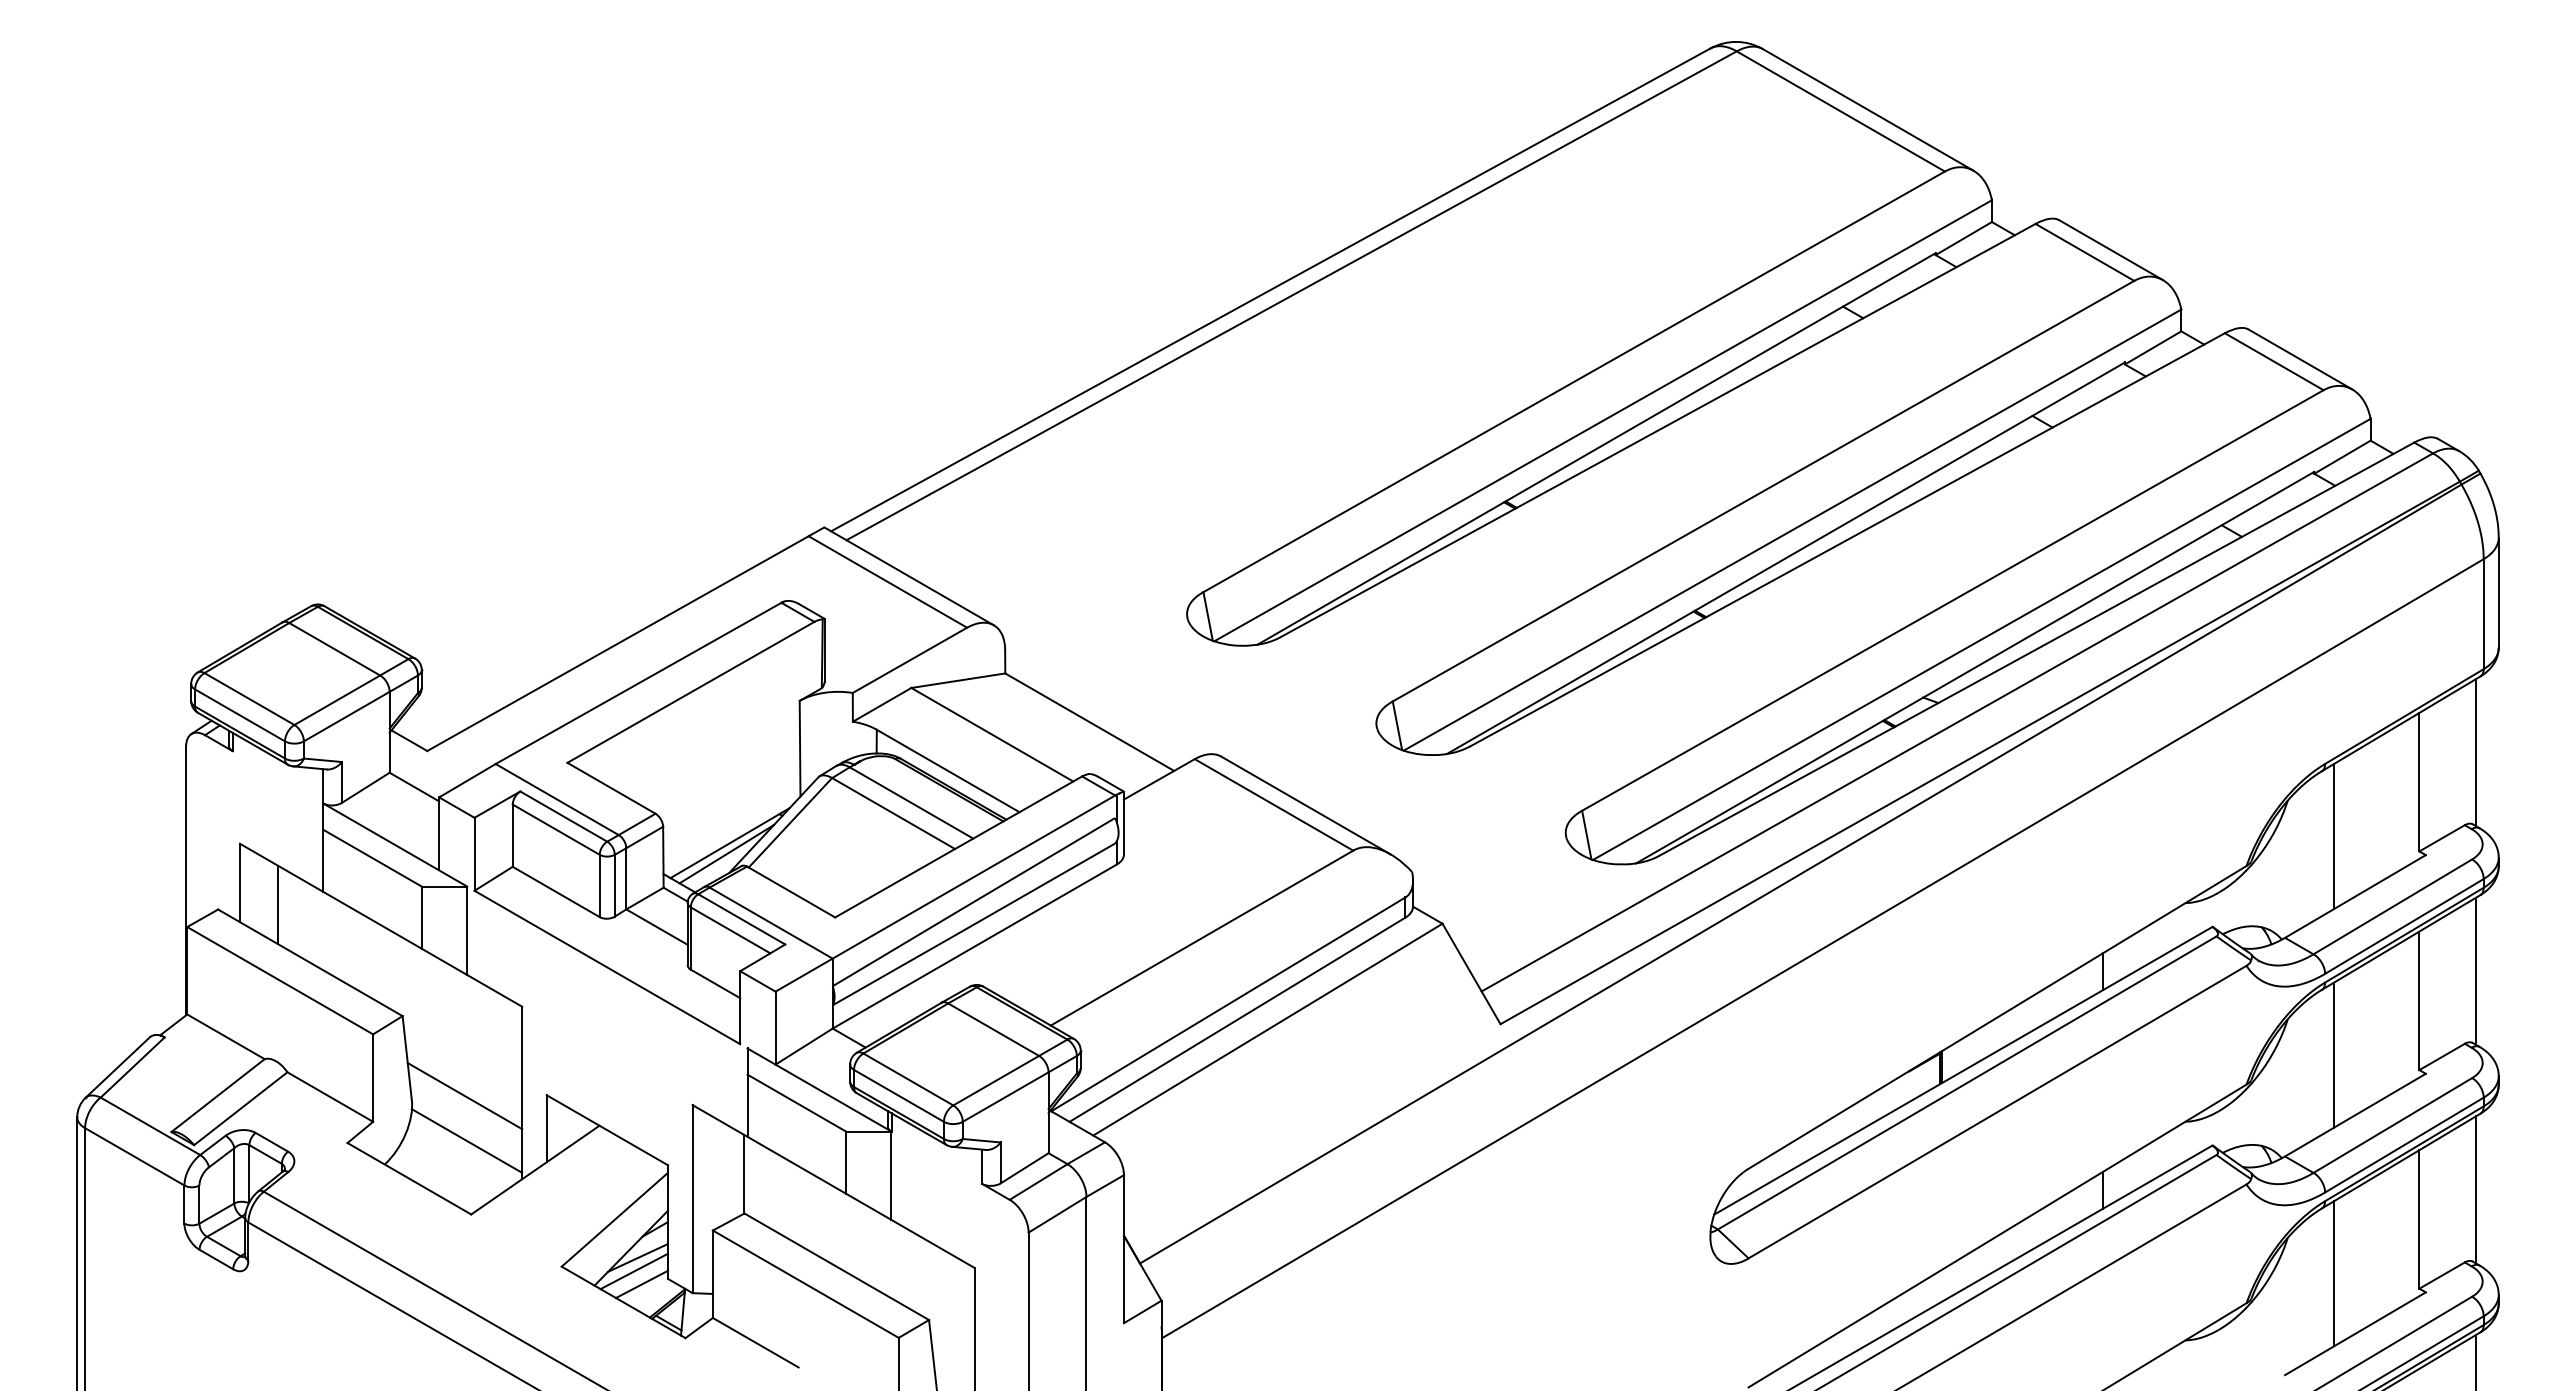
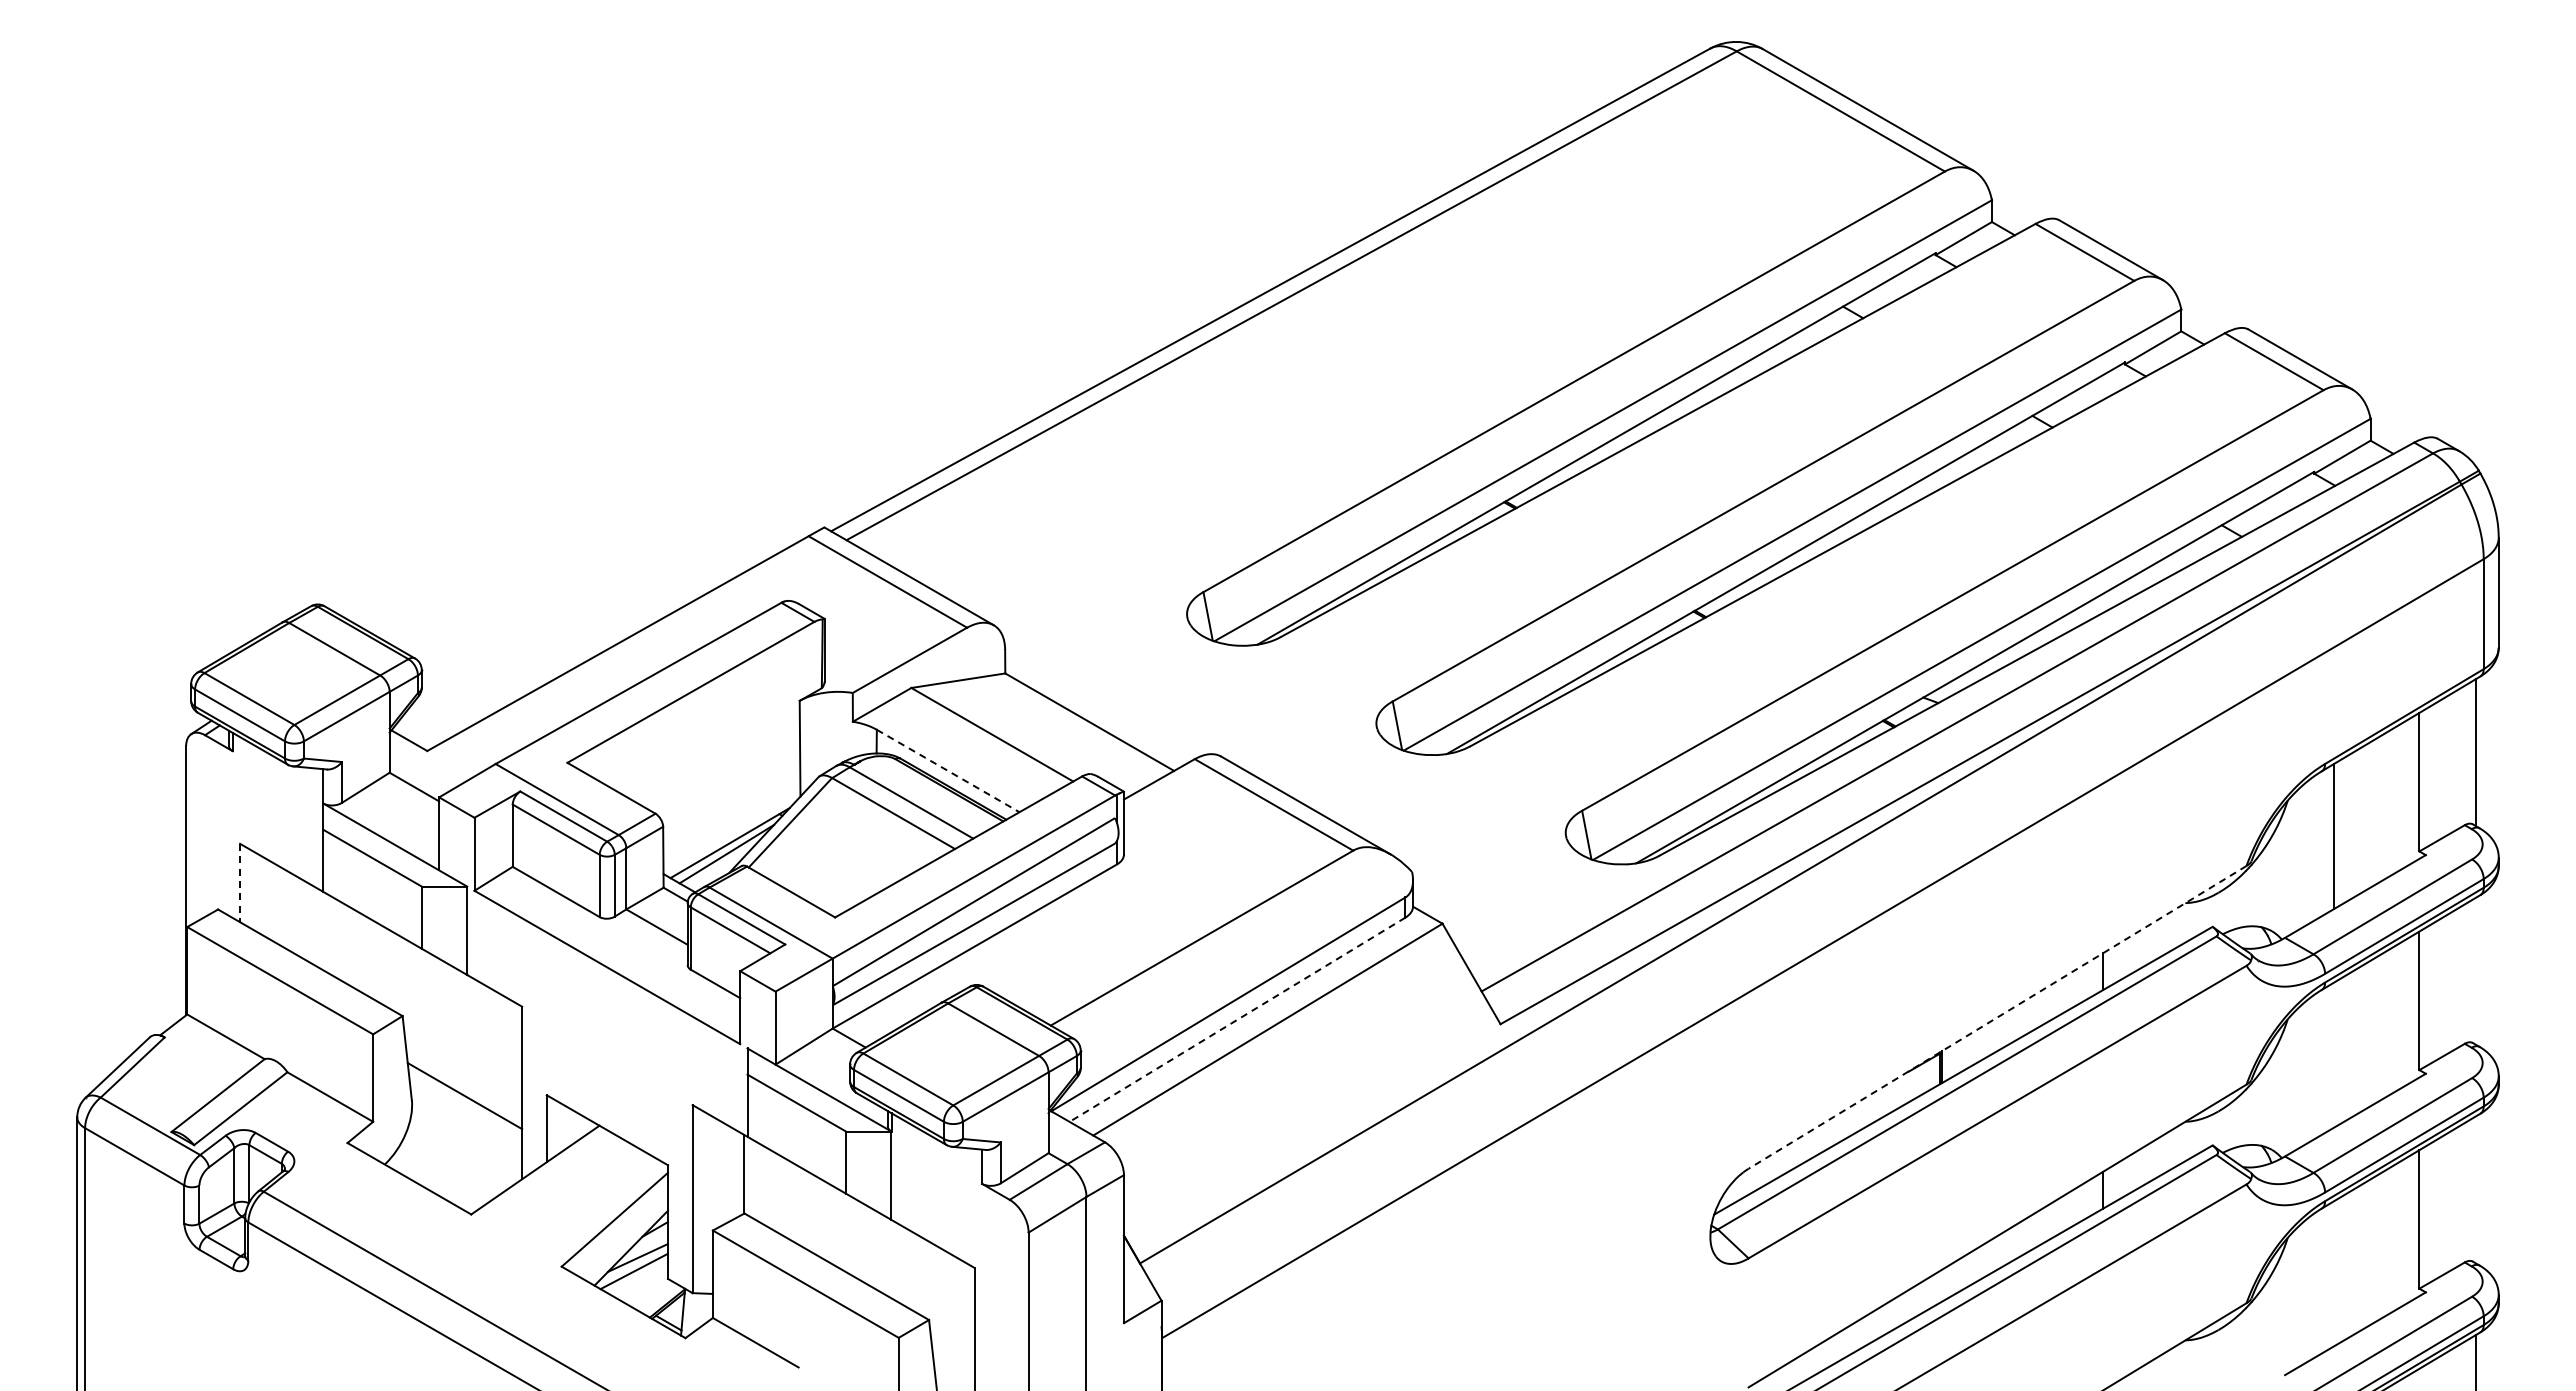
line at (948, 771): solid -> dashed
line at (240, 883): solid -> dashed
line at (277, 904): present -> none
line at (2476, 970): present -> none
line at (1997, 1017): solid -> dashed
line at (1237, 1019): solid -> dashed
line at (2333, 1054): present -> none
line at (466, 1140): present -> none
line at (2476, 1189): present -> none
line at (2333, 1273): present -> none
line at (641, 1284): present -> none
